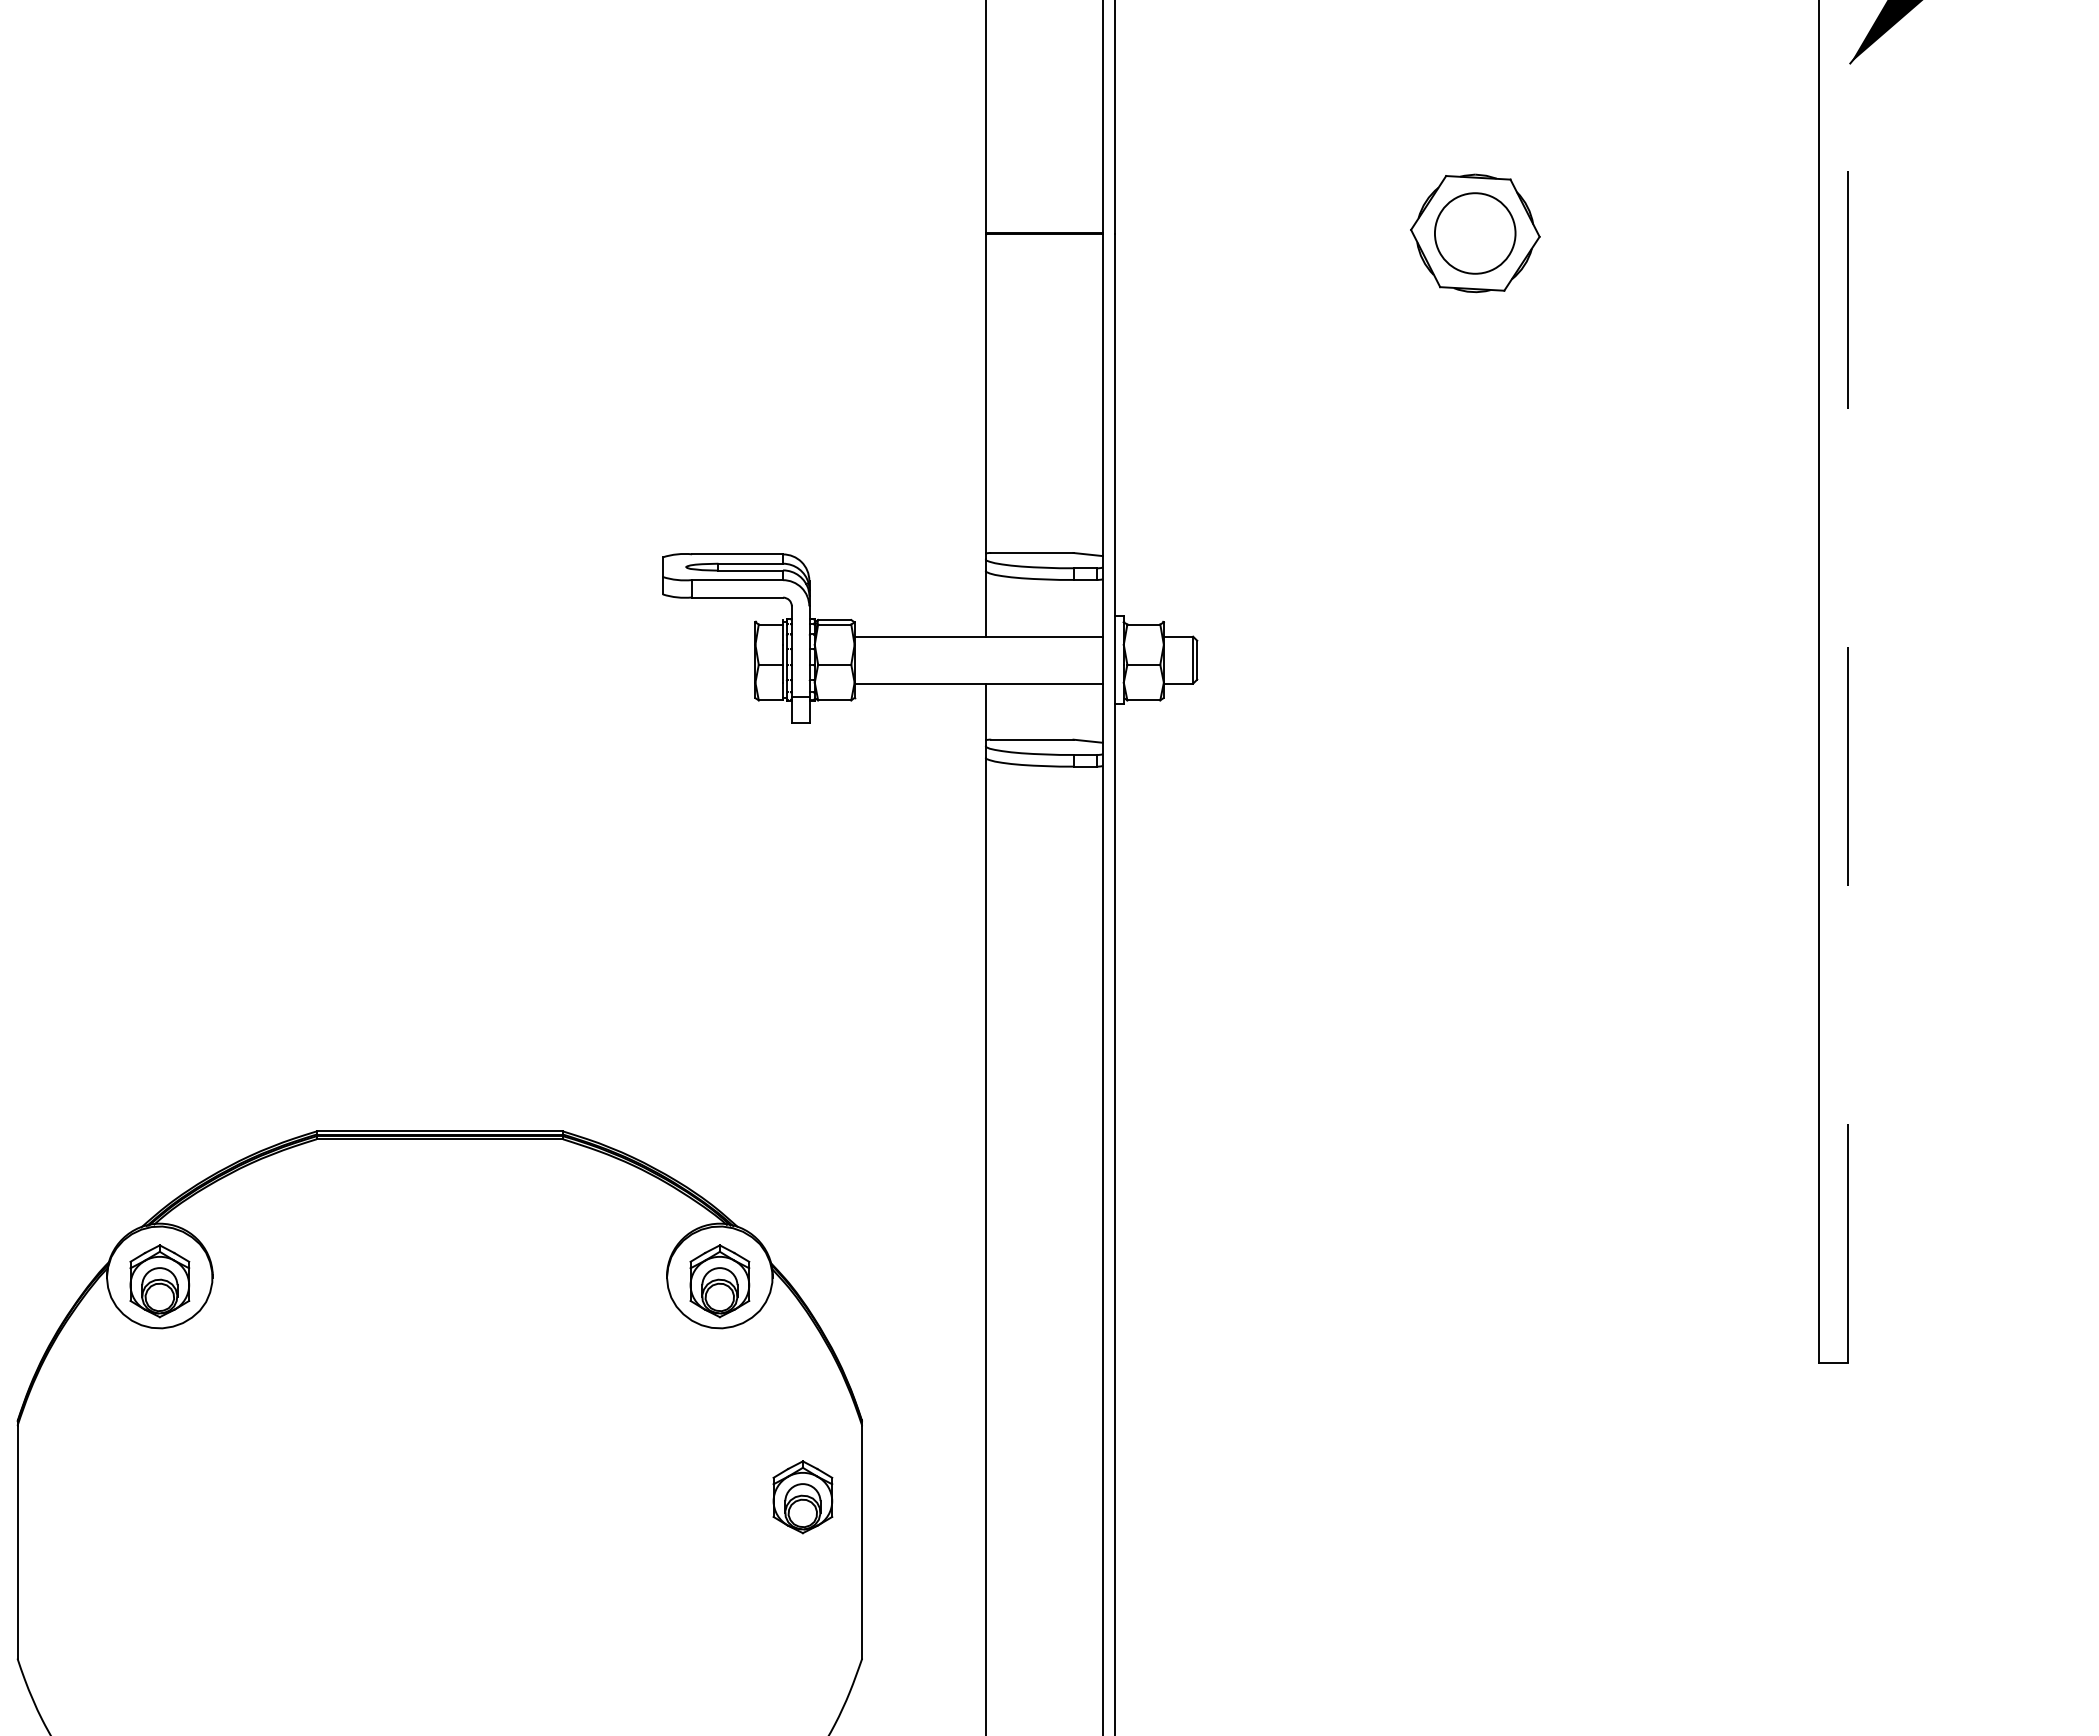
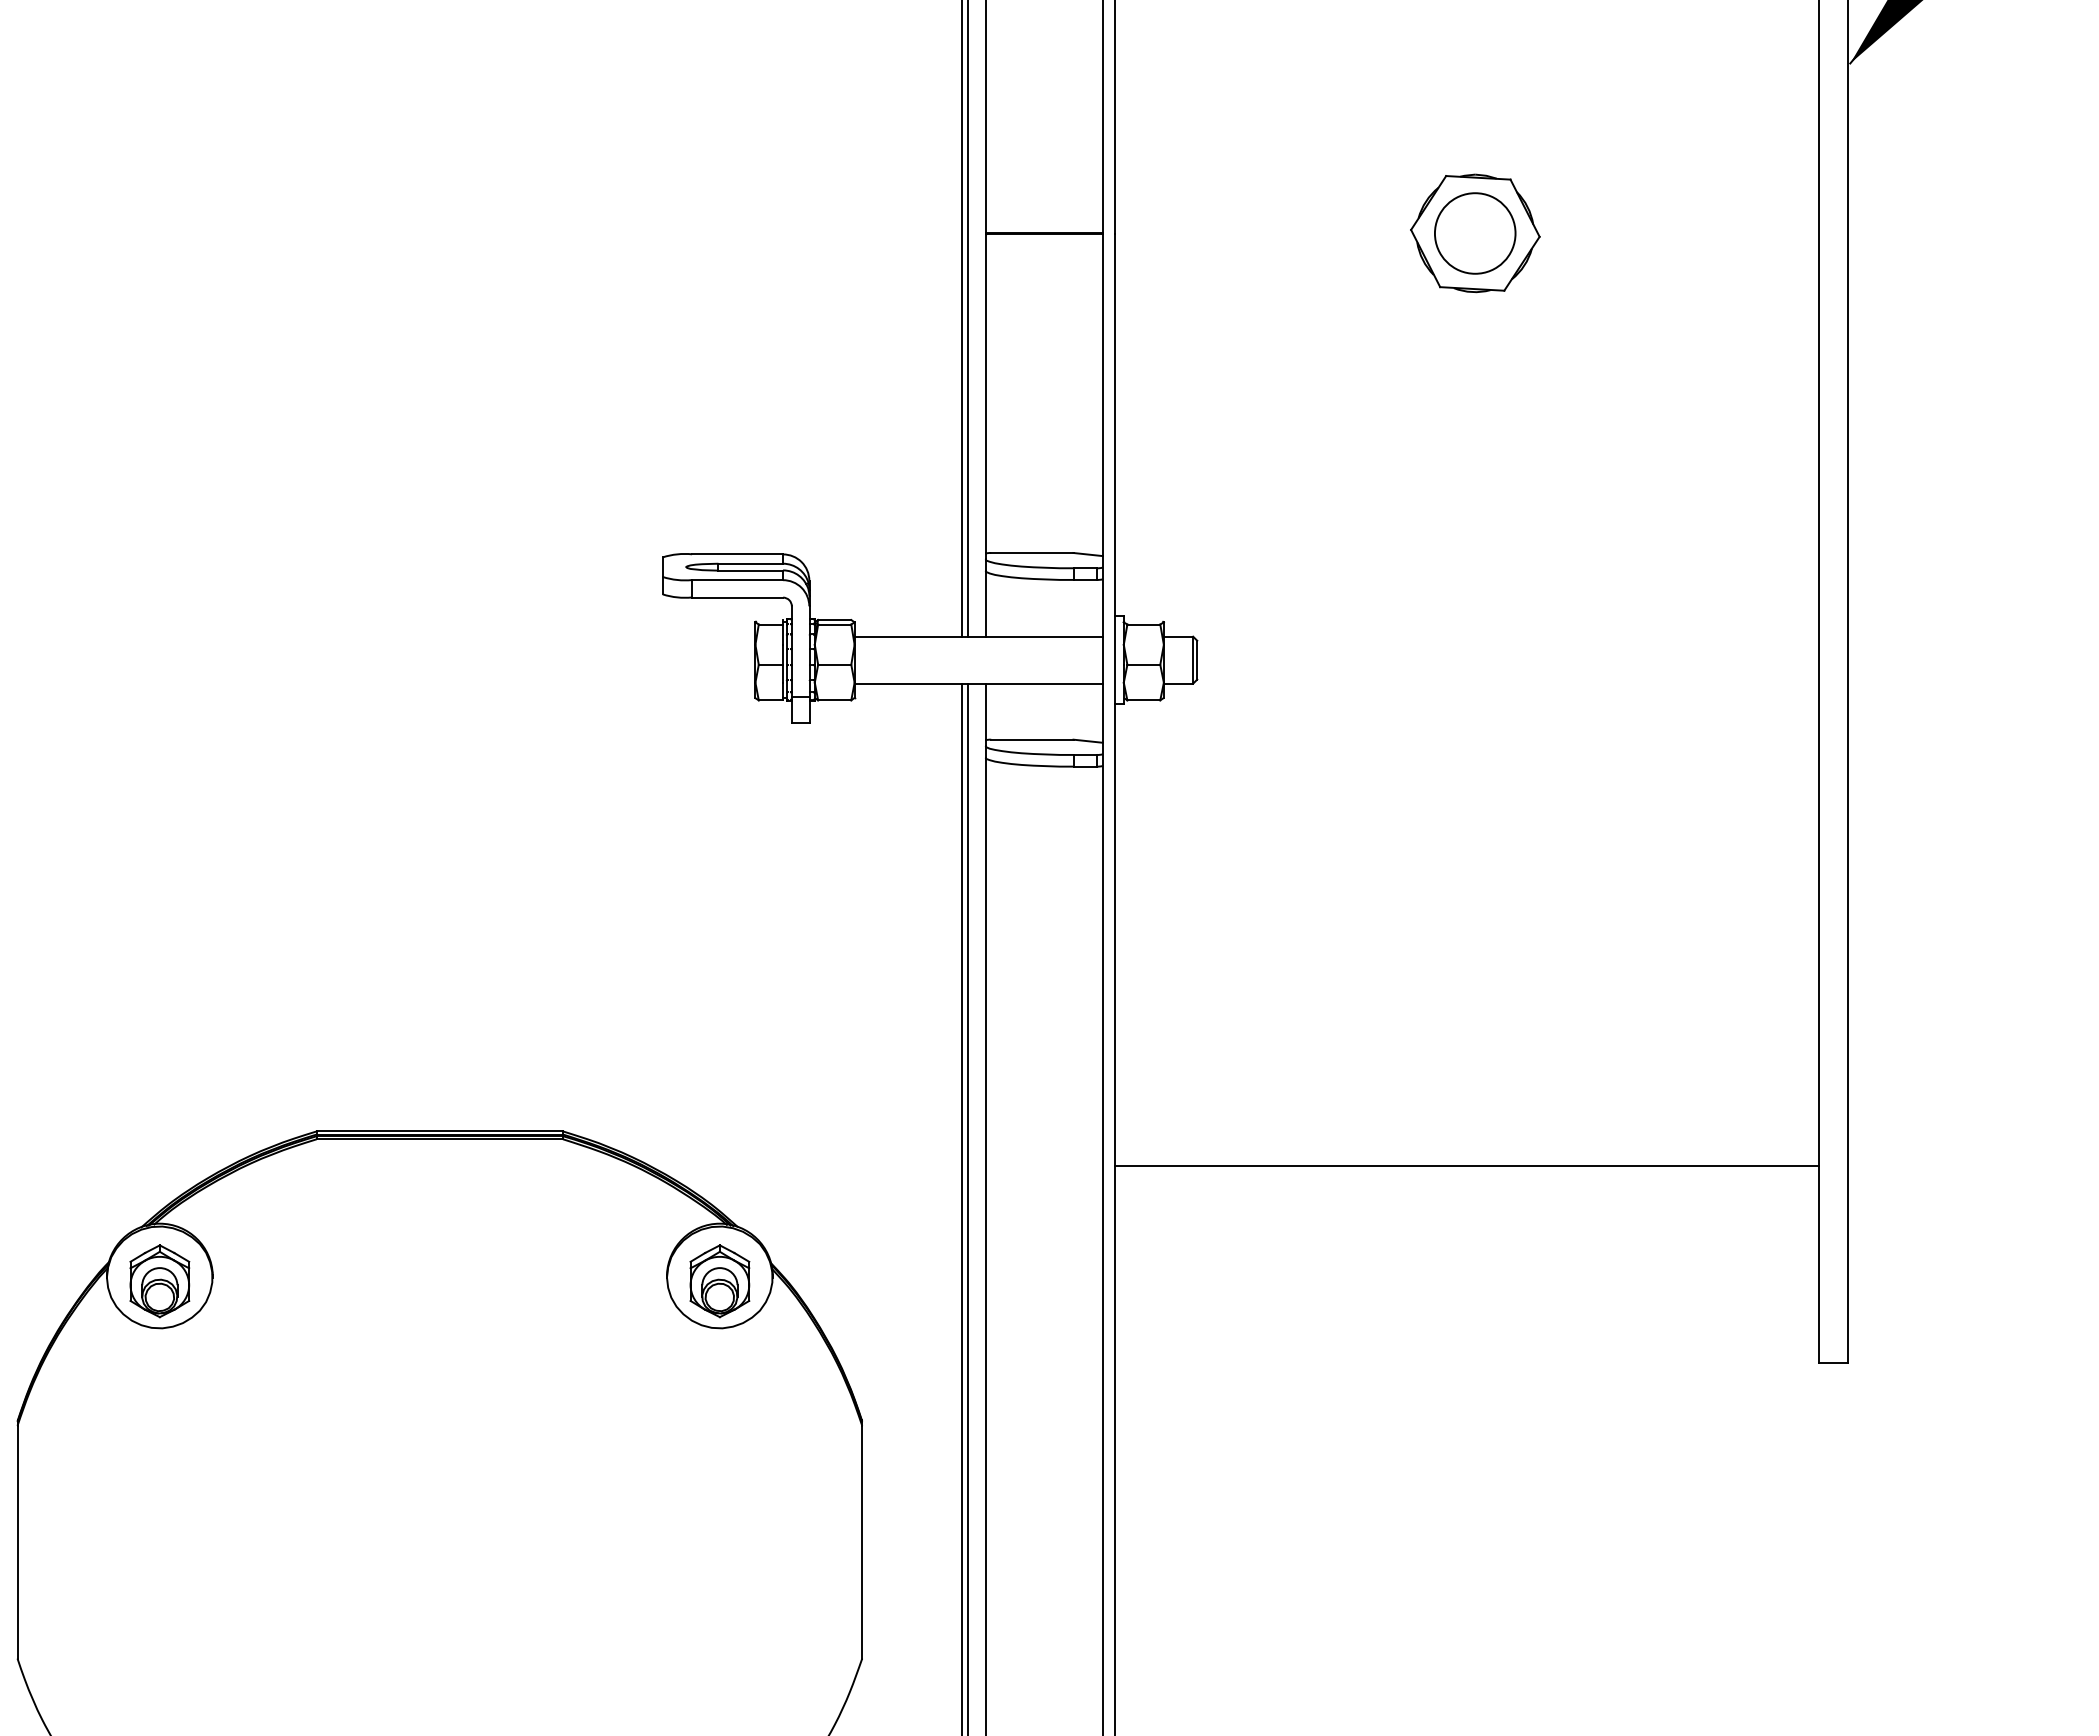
line at (961, 319): none -> present
line at (967, 319): none -> present
line at (1847, 681): dashed -> solid
line at (1466, 1166): none -> present
line at (961, 1207): none -> present
line at (967, 1207): none -> present
part at (802, 1497): present -> none
